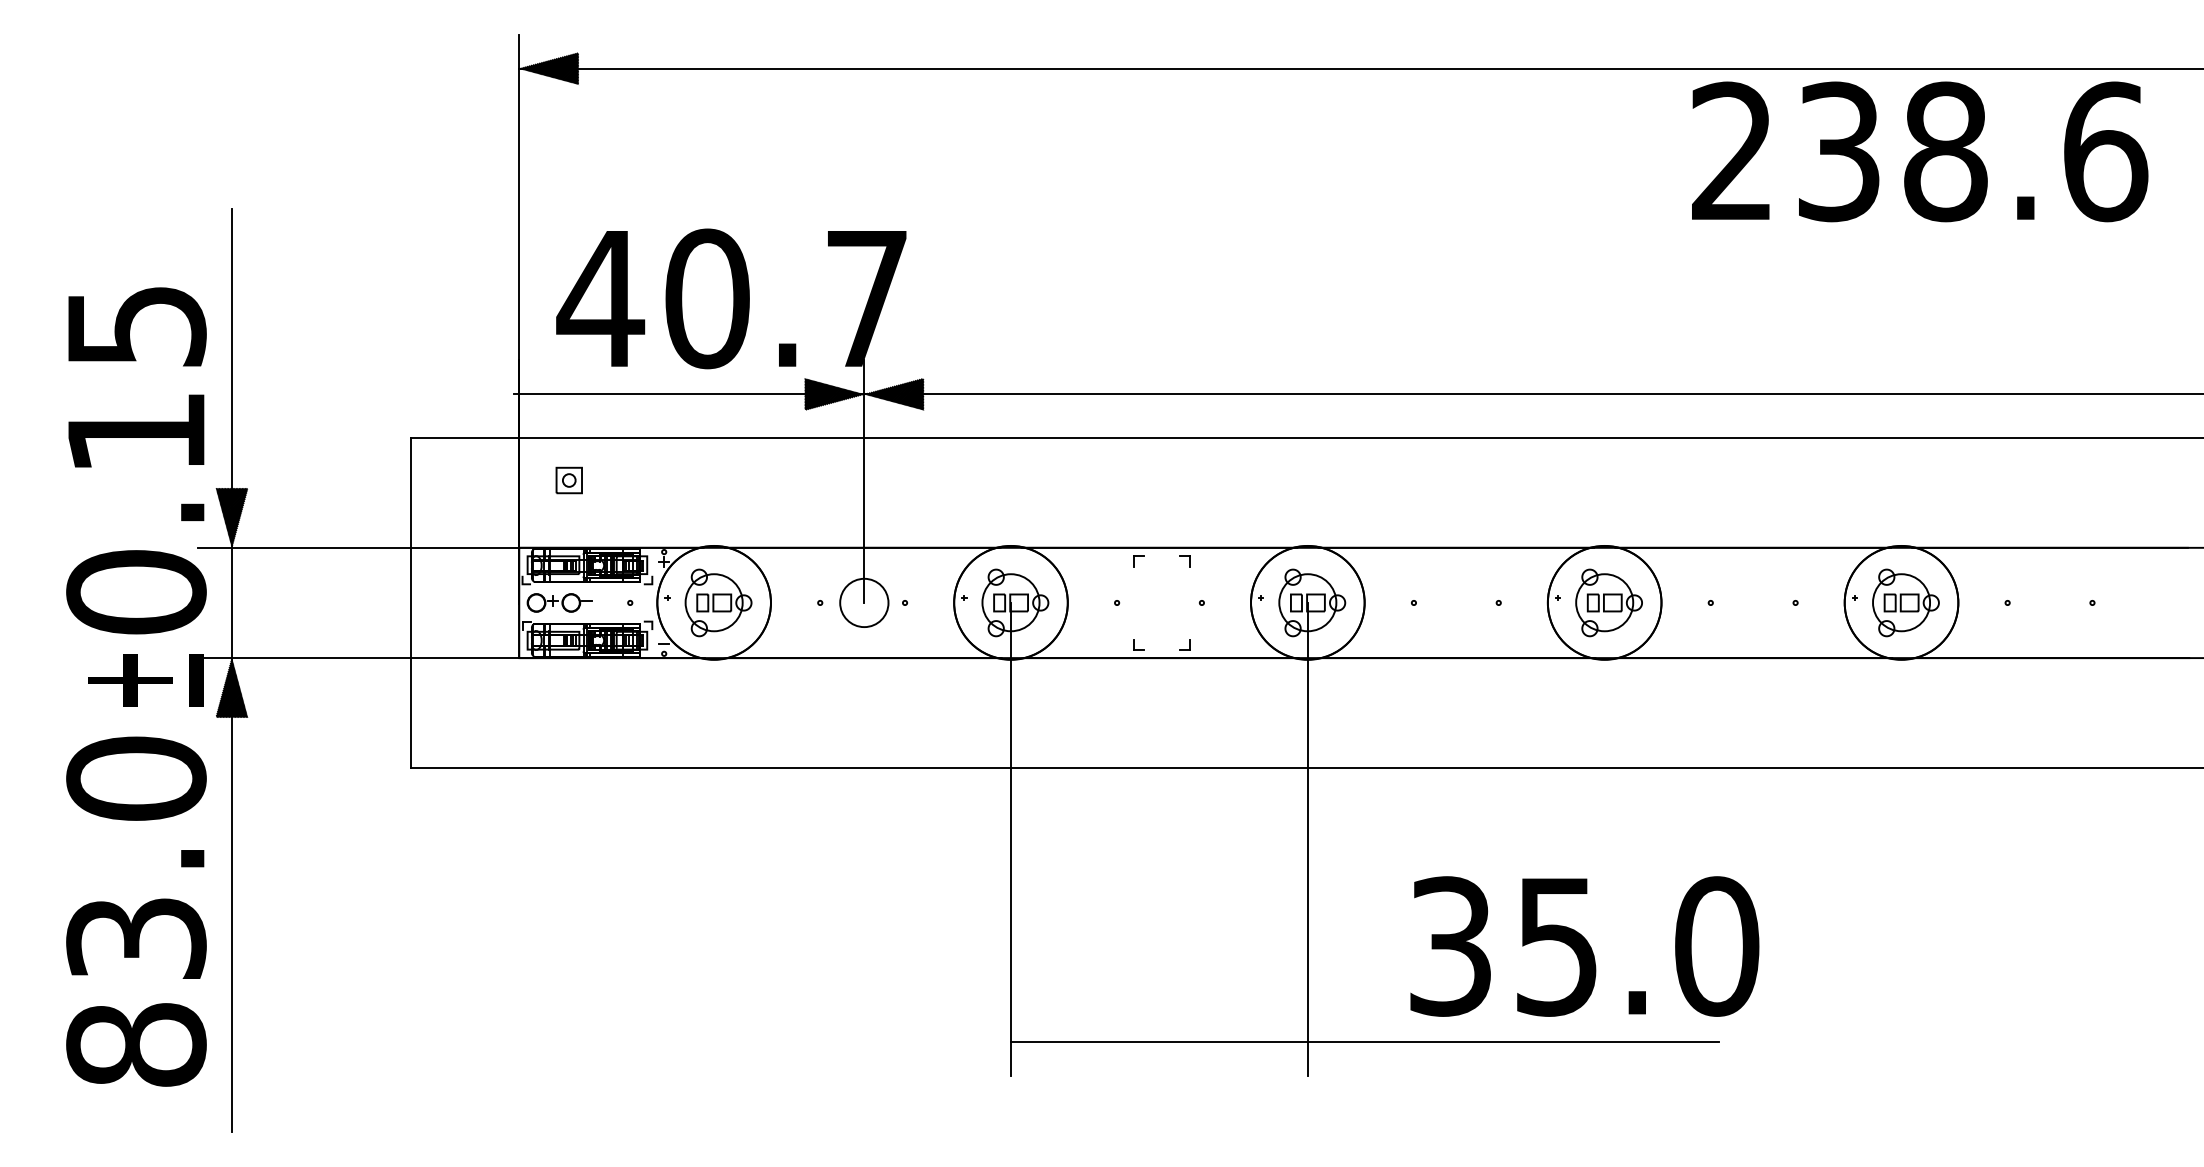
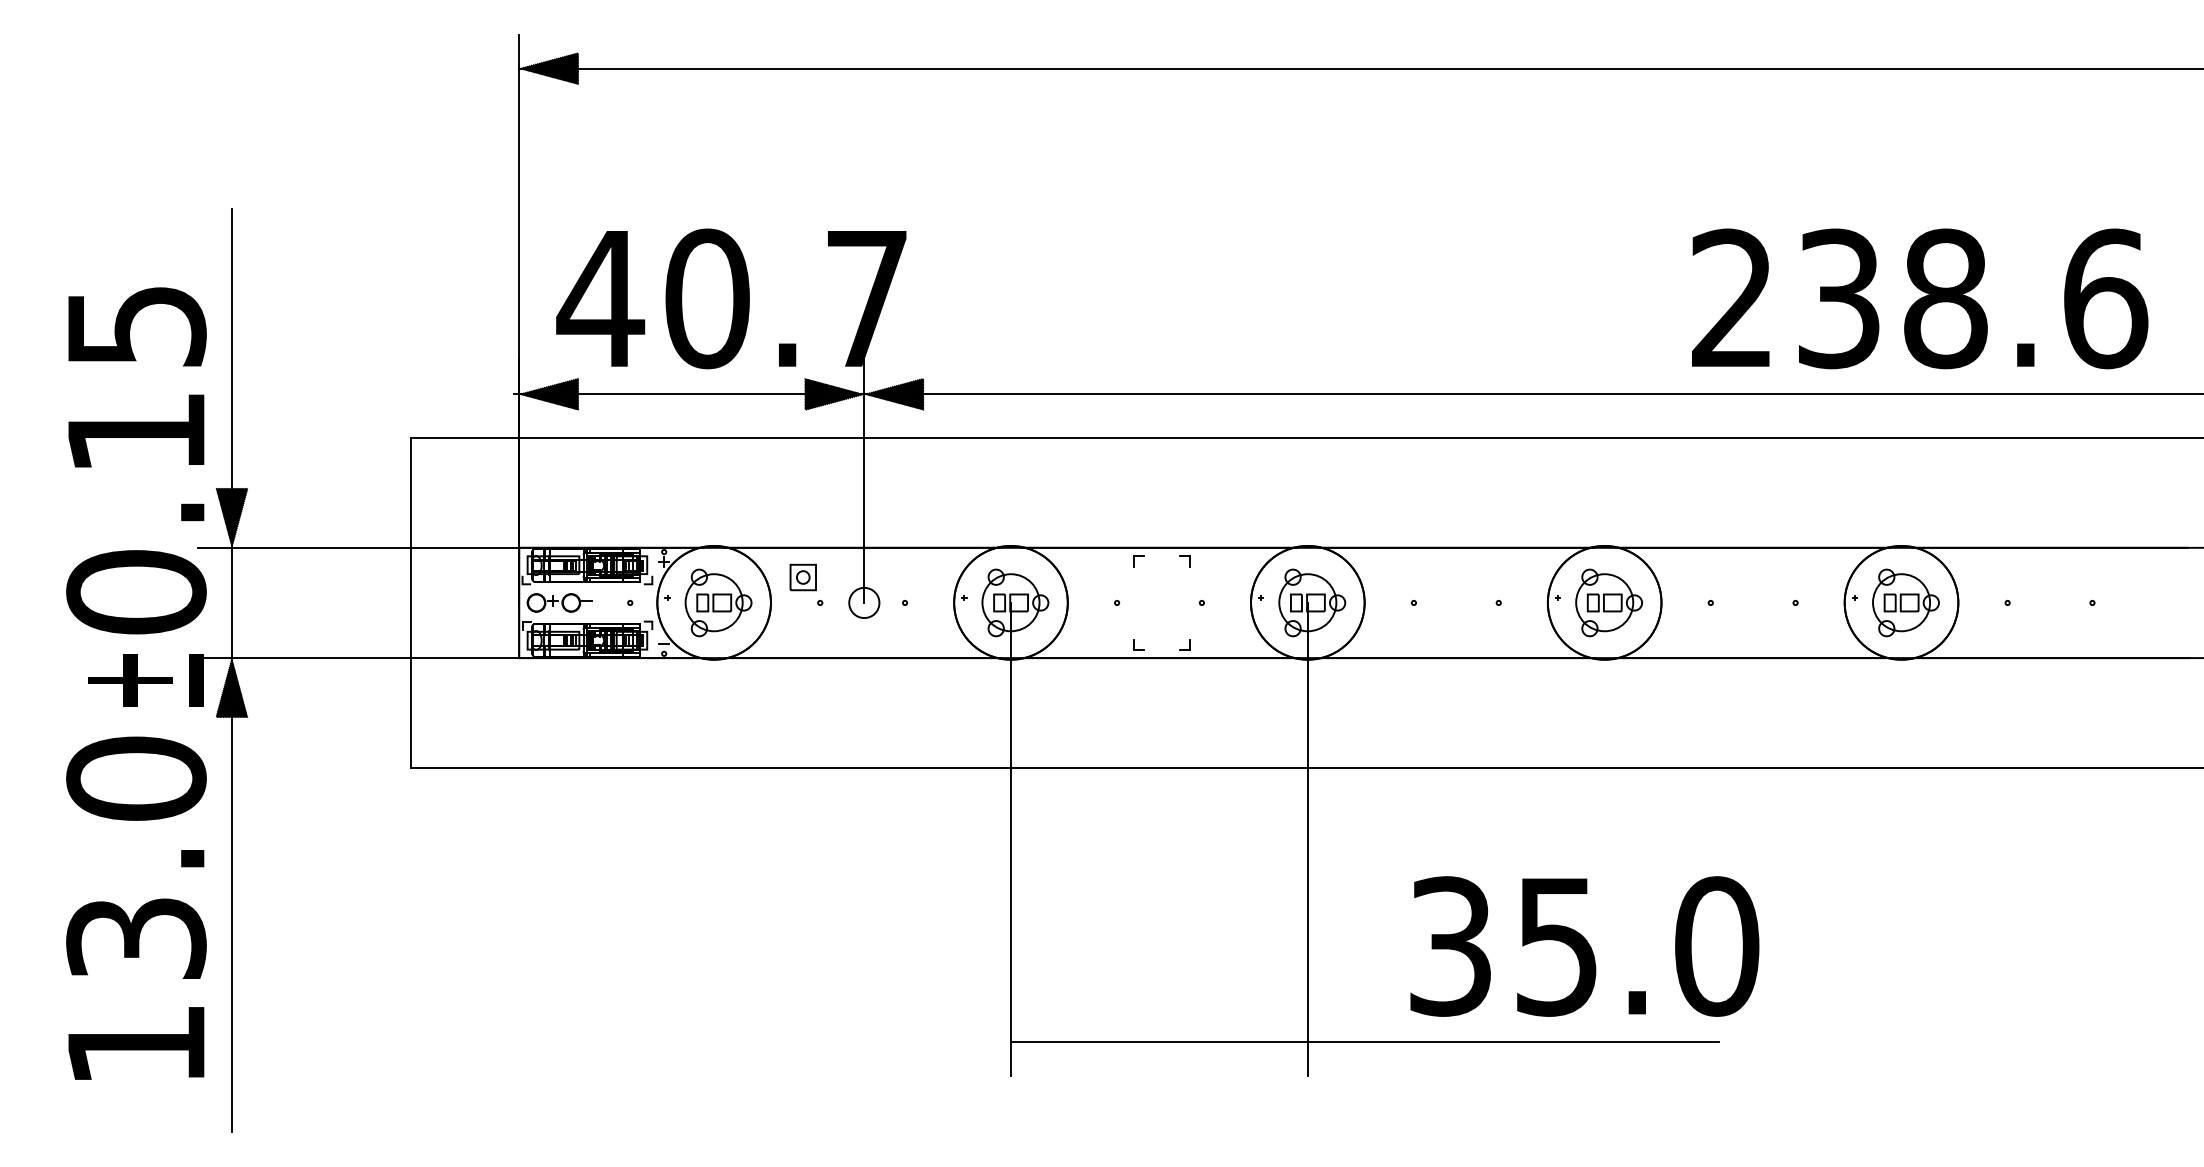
text at (1920, 151) position: (1920, 151) -> (1920, 298)
hatch at (548, 394): none -> present
part at (568, 480) position: (568, 480) -> (802, 577)
circle at (864, 602) diameter: 48 px -> 30 px
text at (136, 1044): 83.0 -> 13.0
